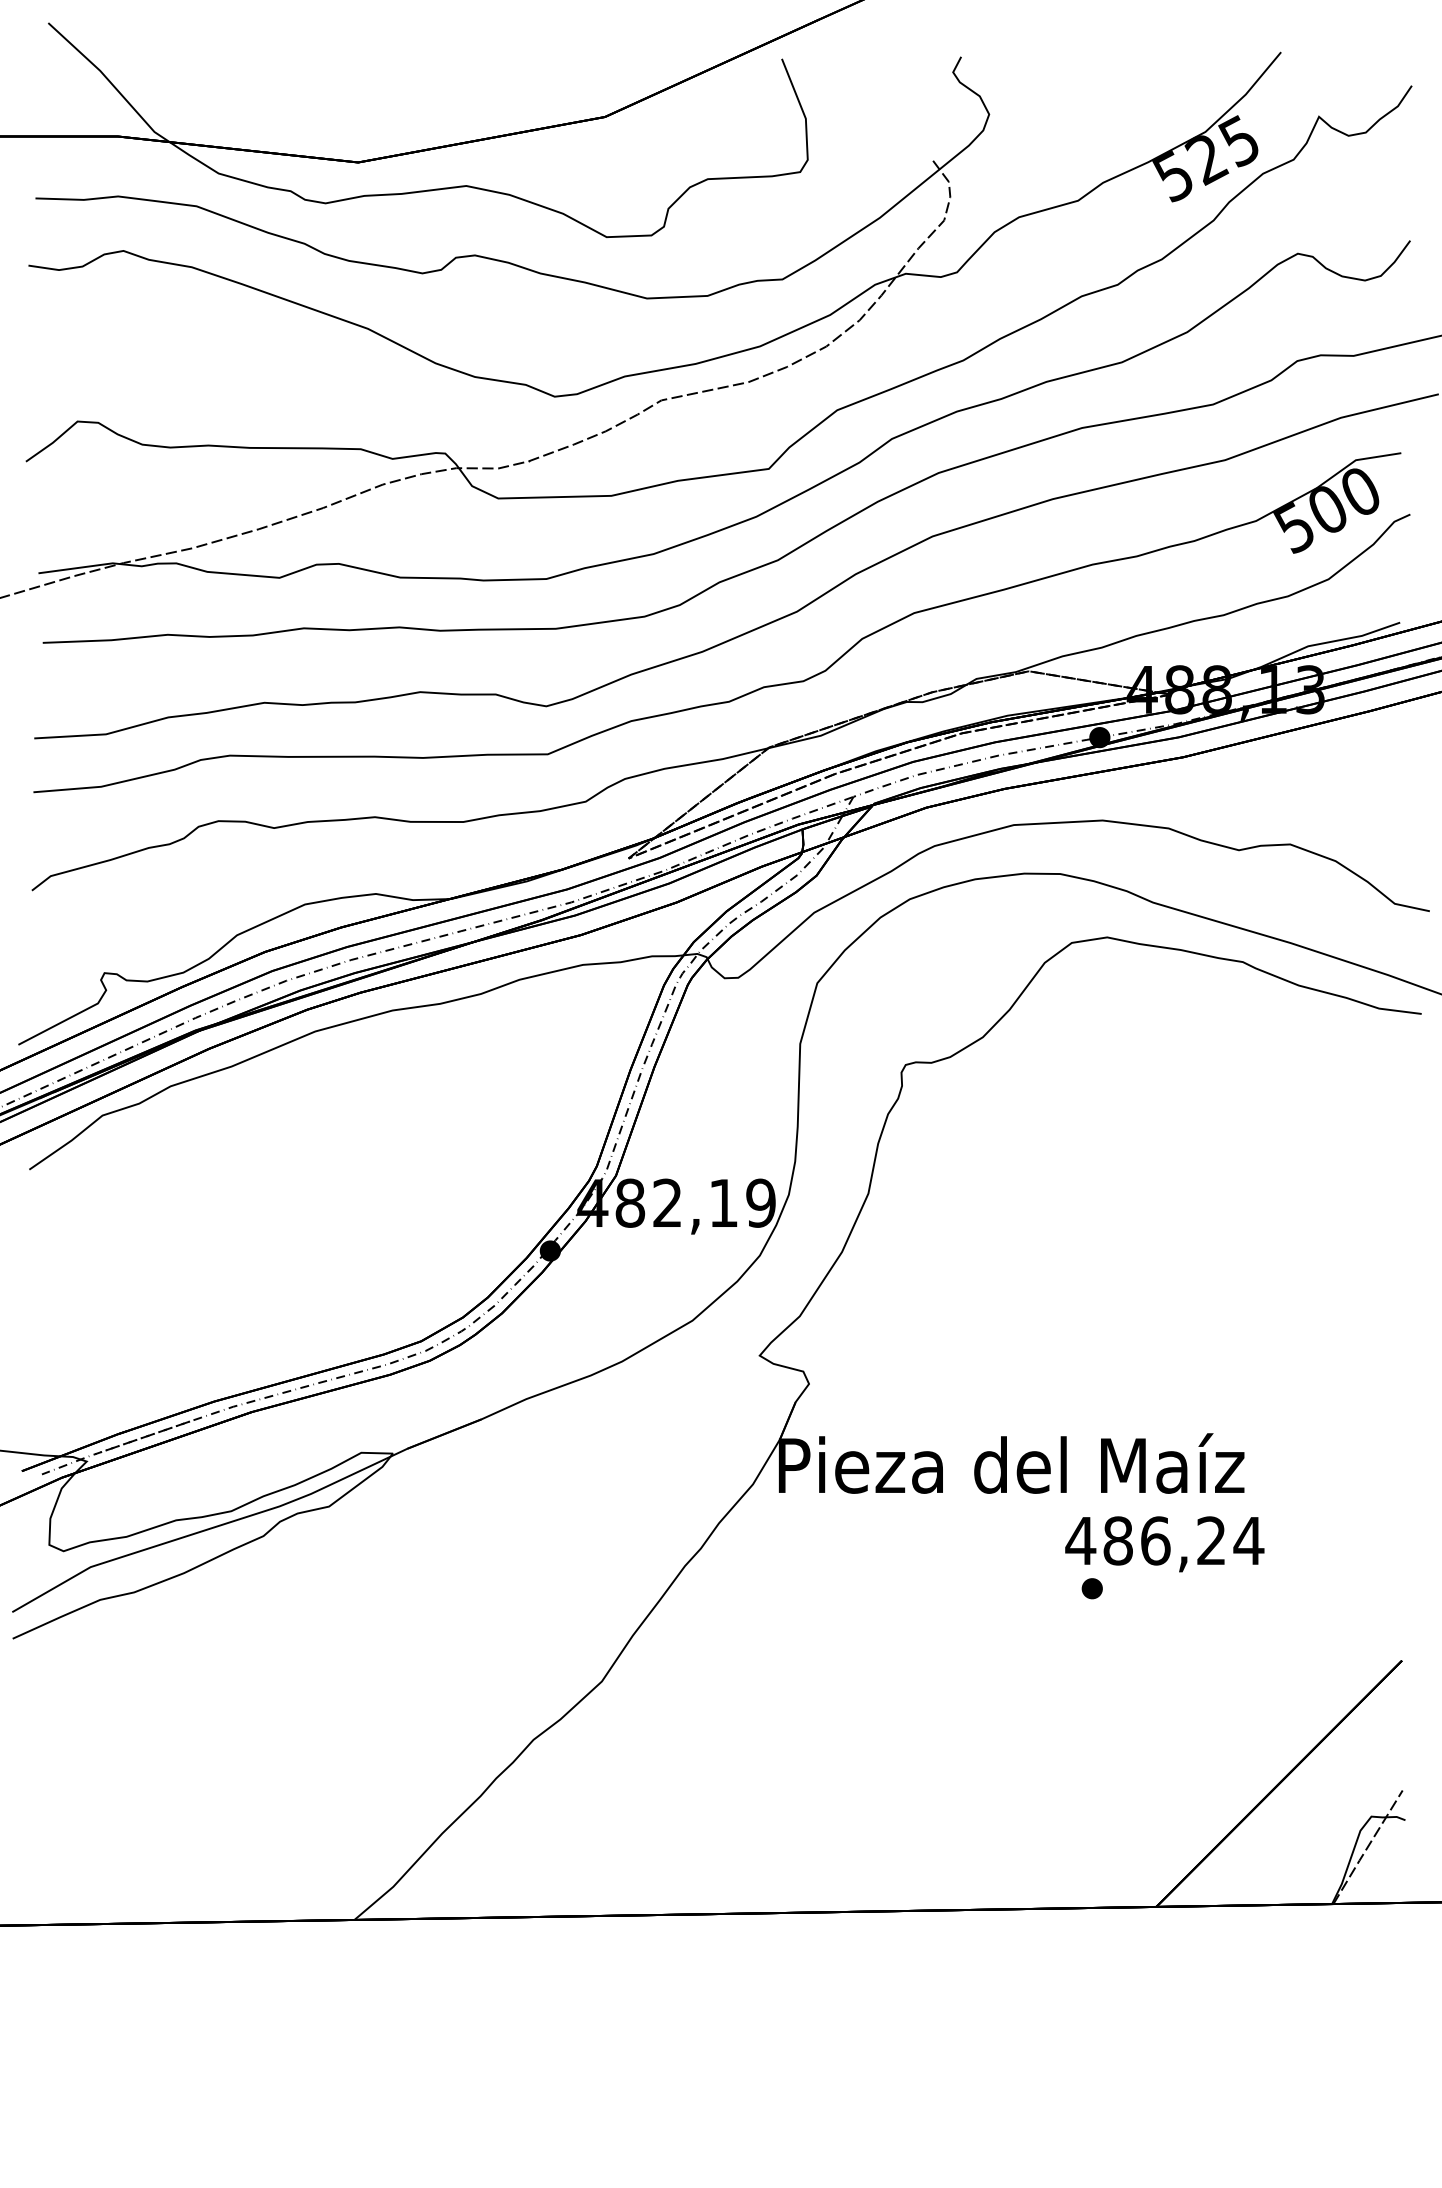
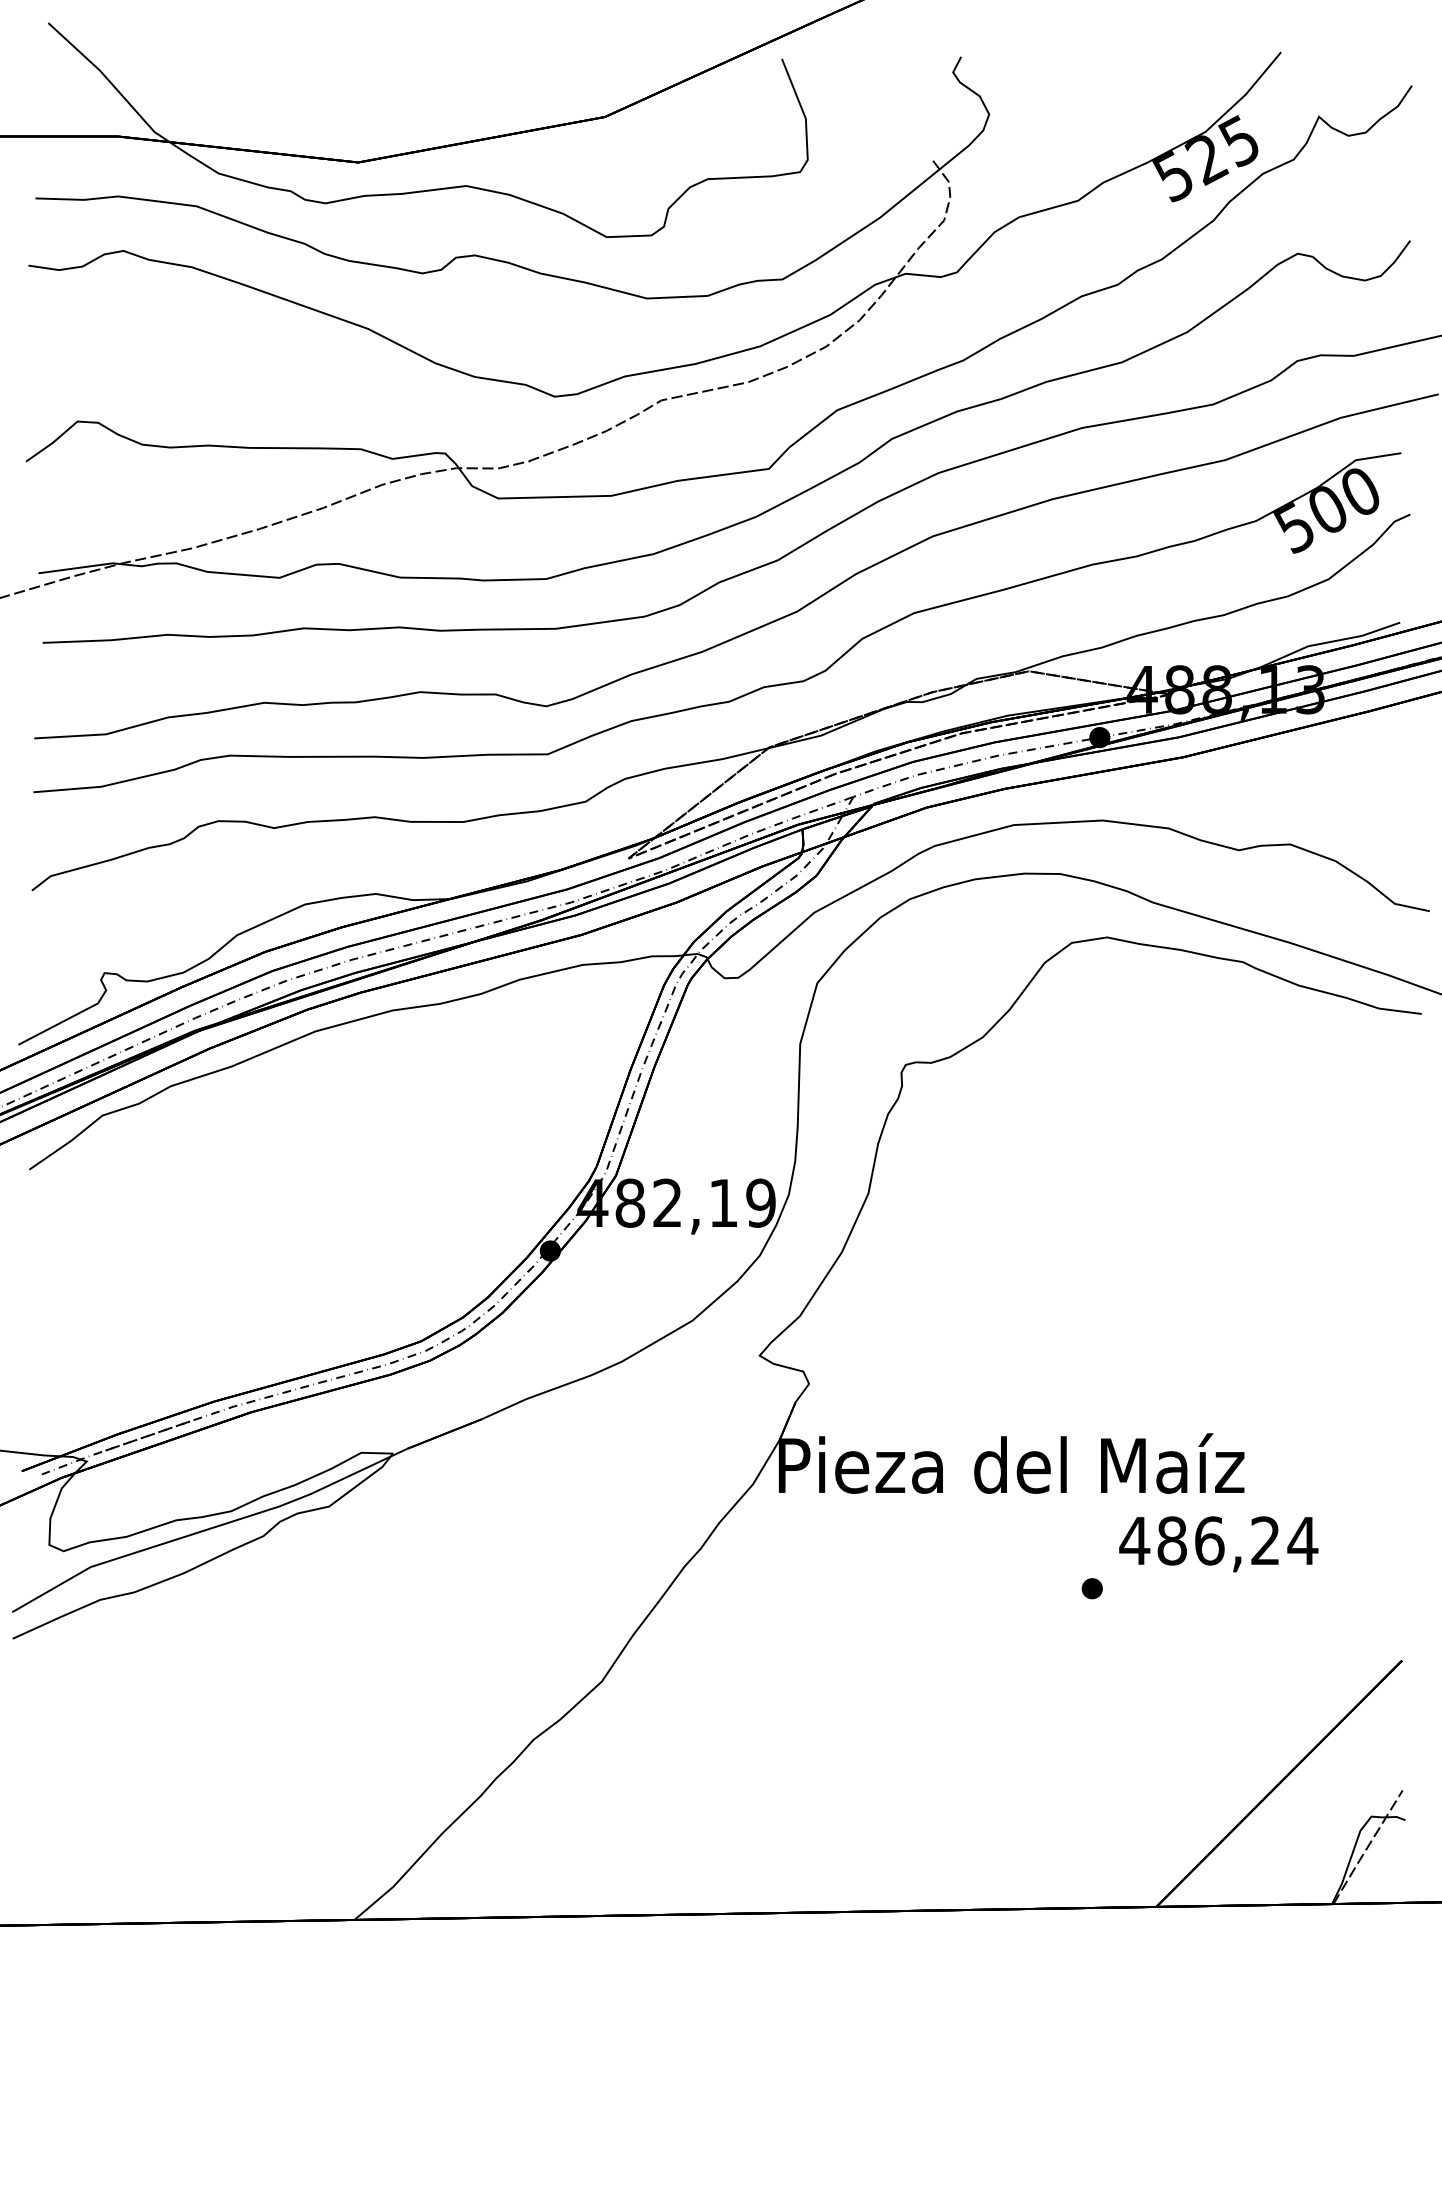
text at (1164, 1544) position: (1164, 1544) -> (1218, 1544)
